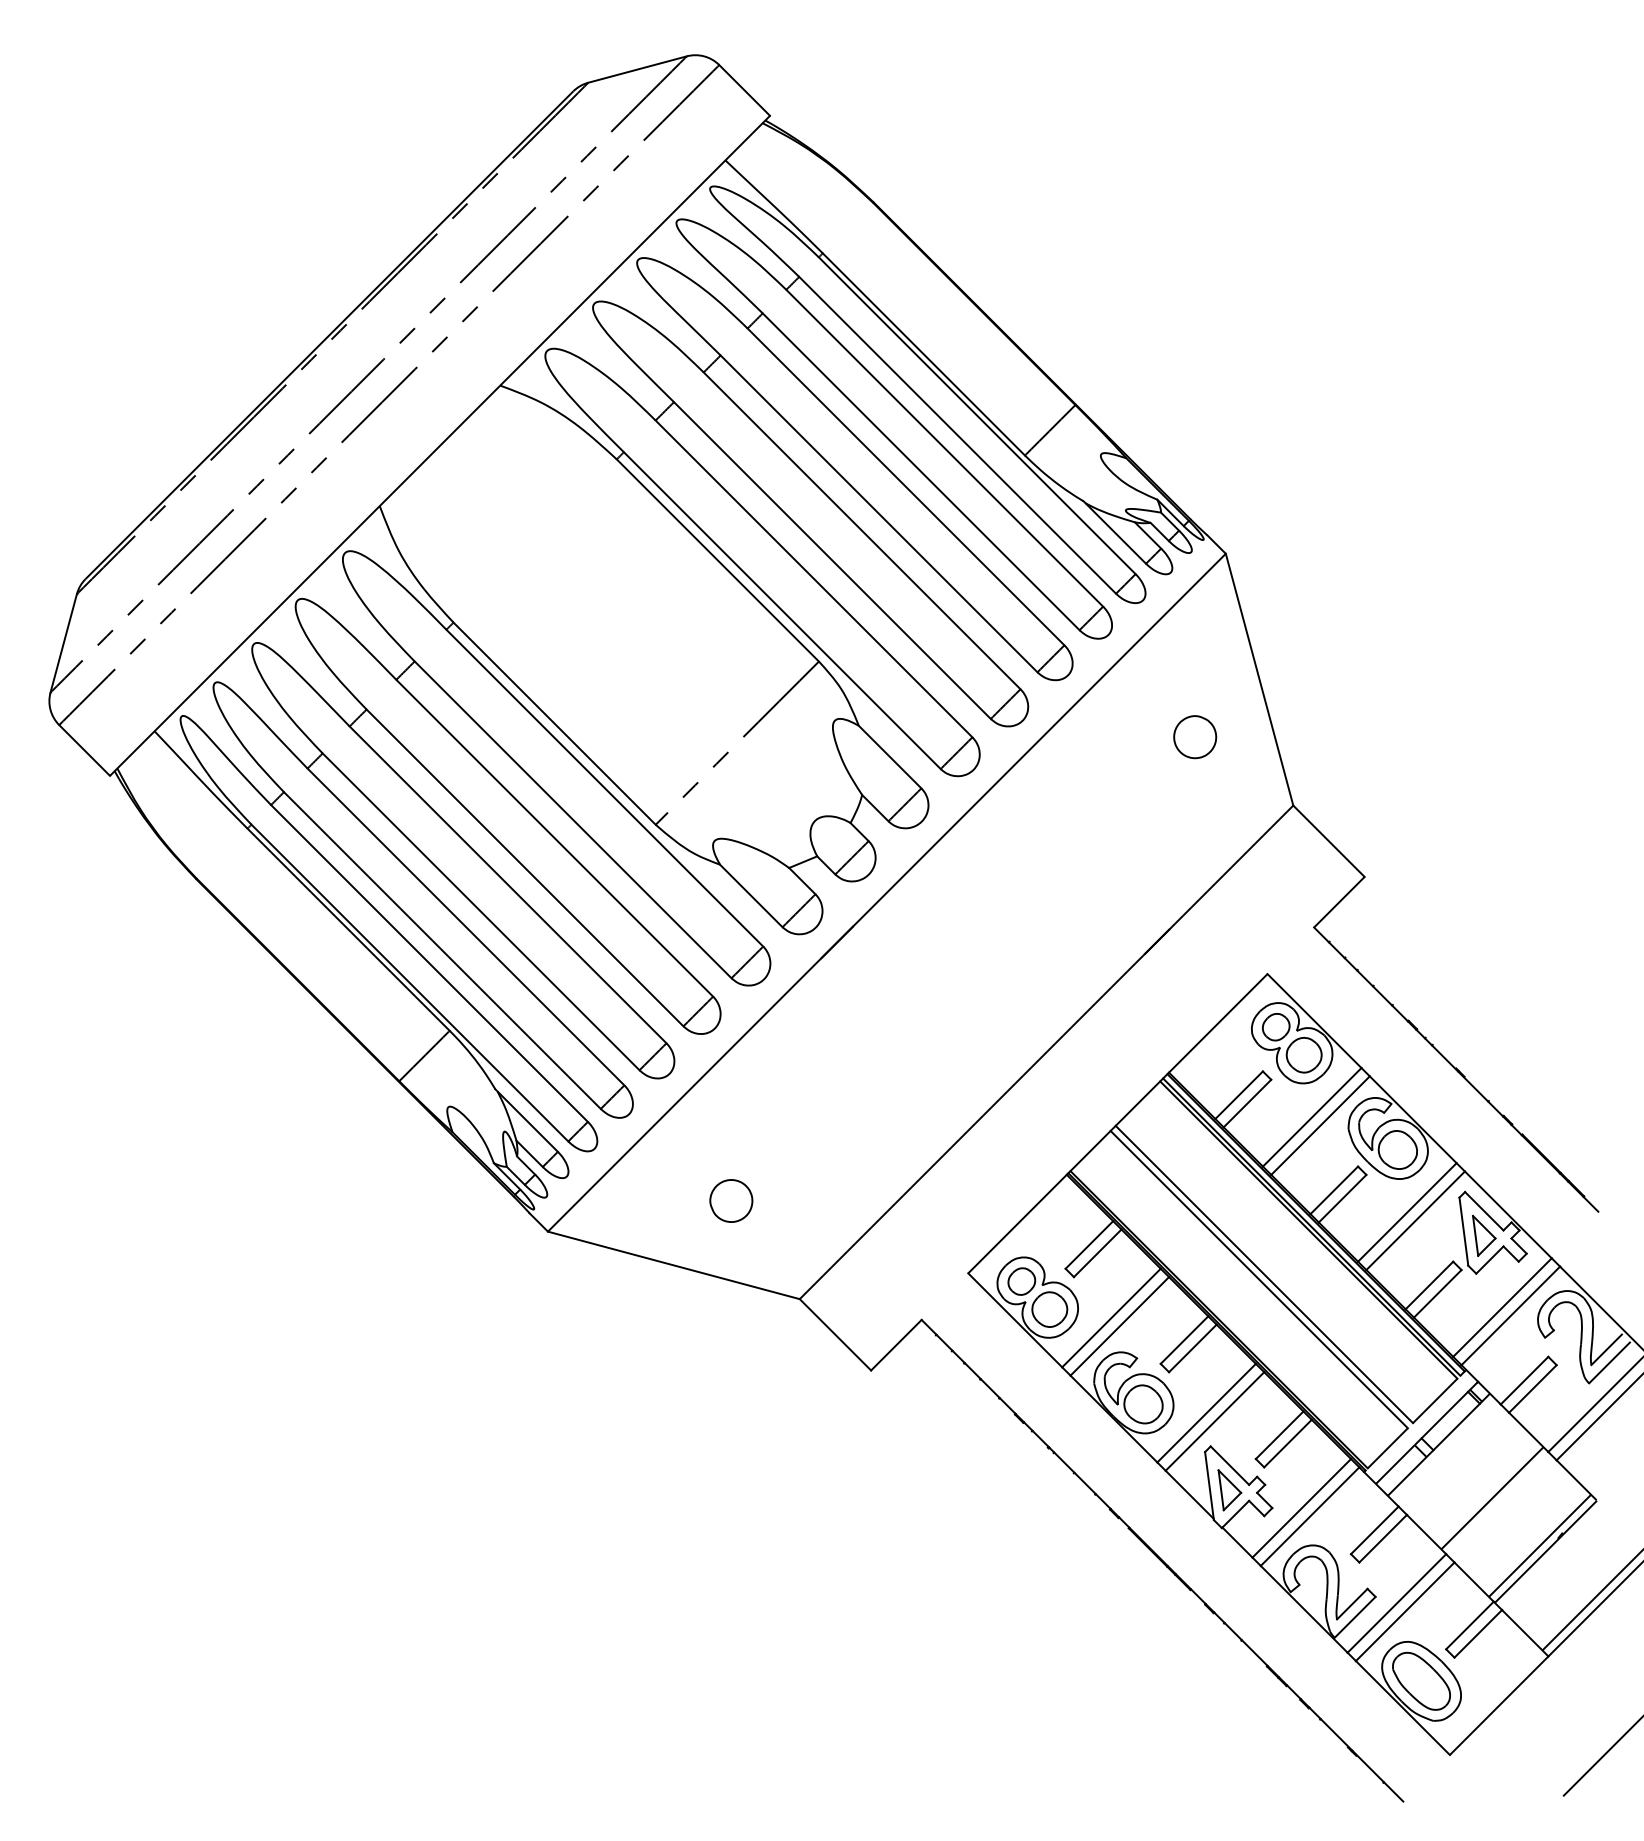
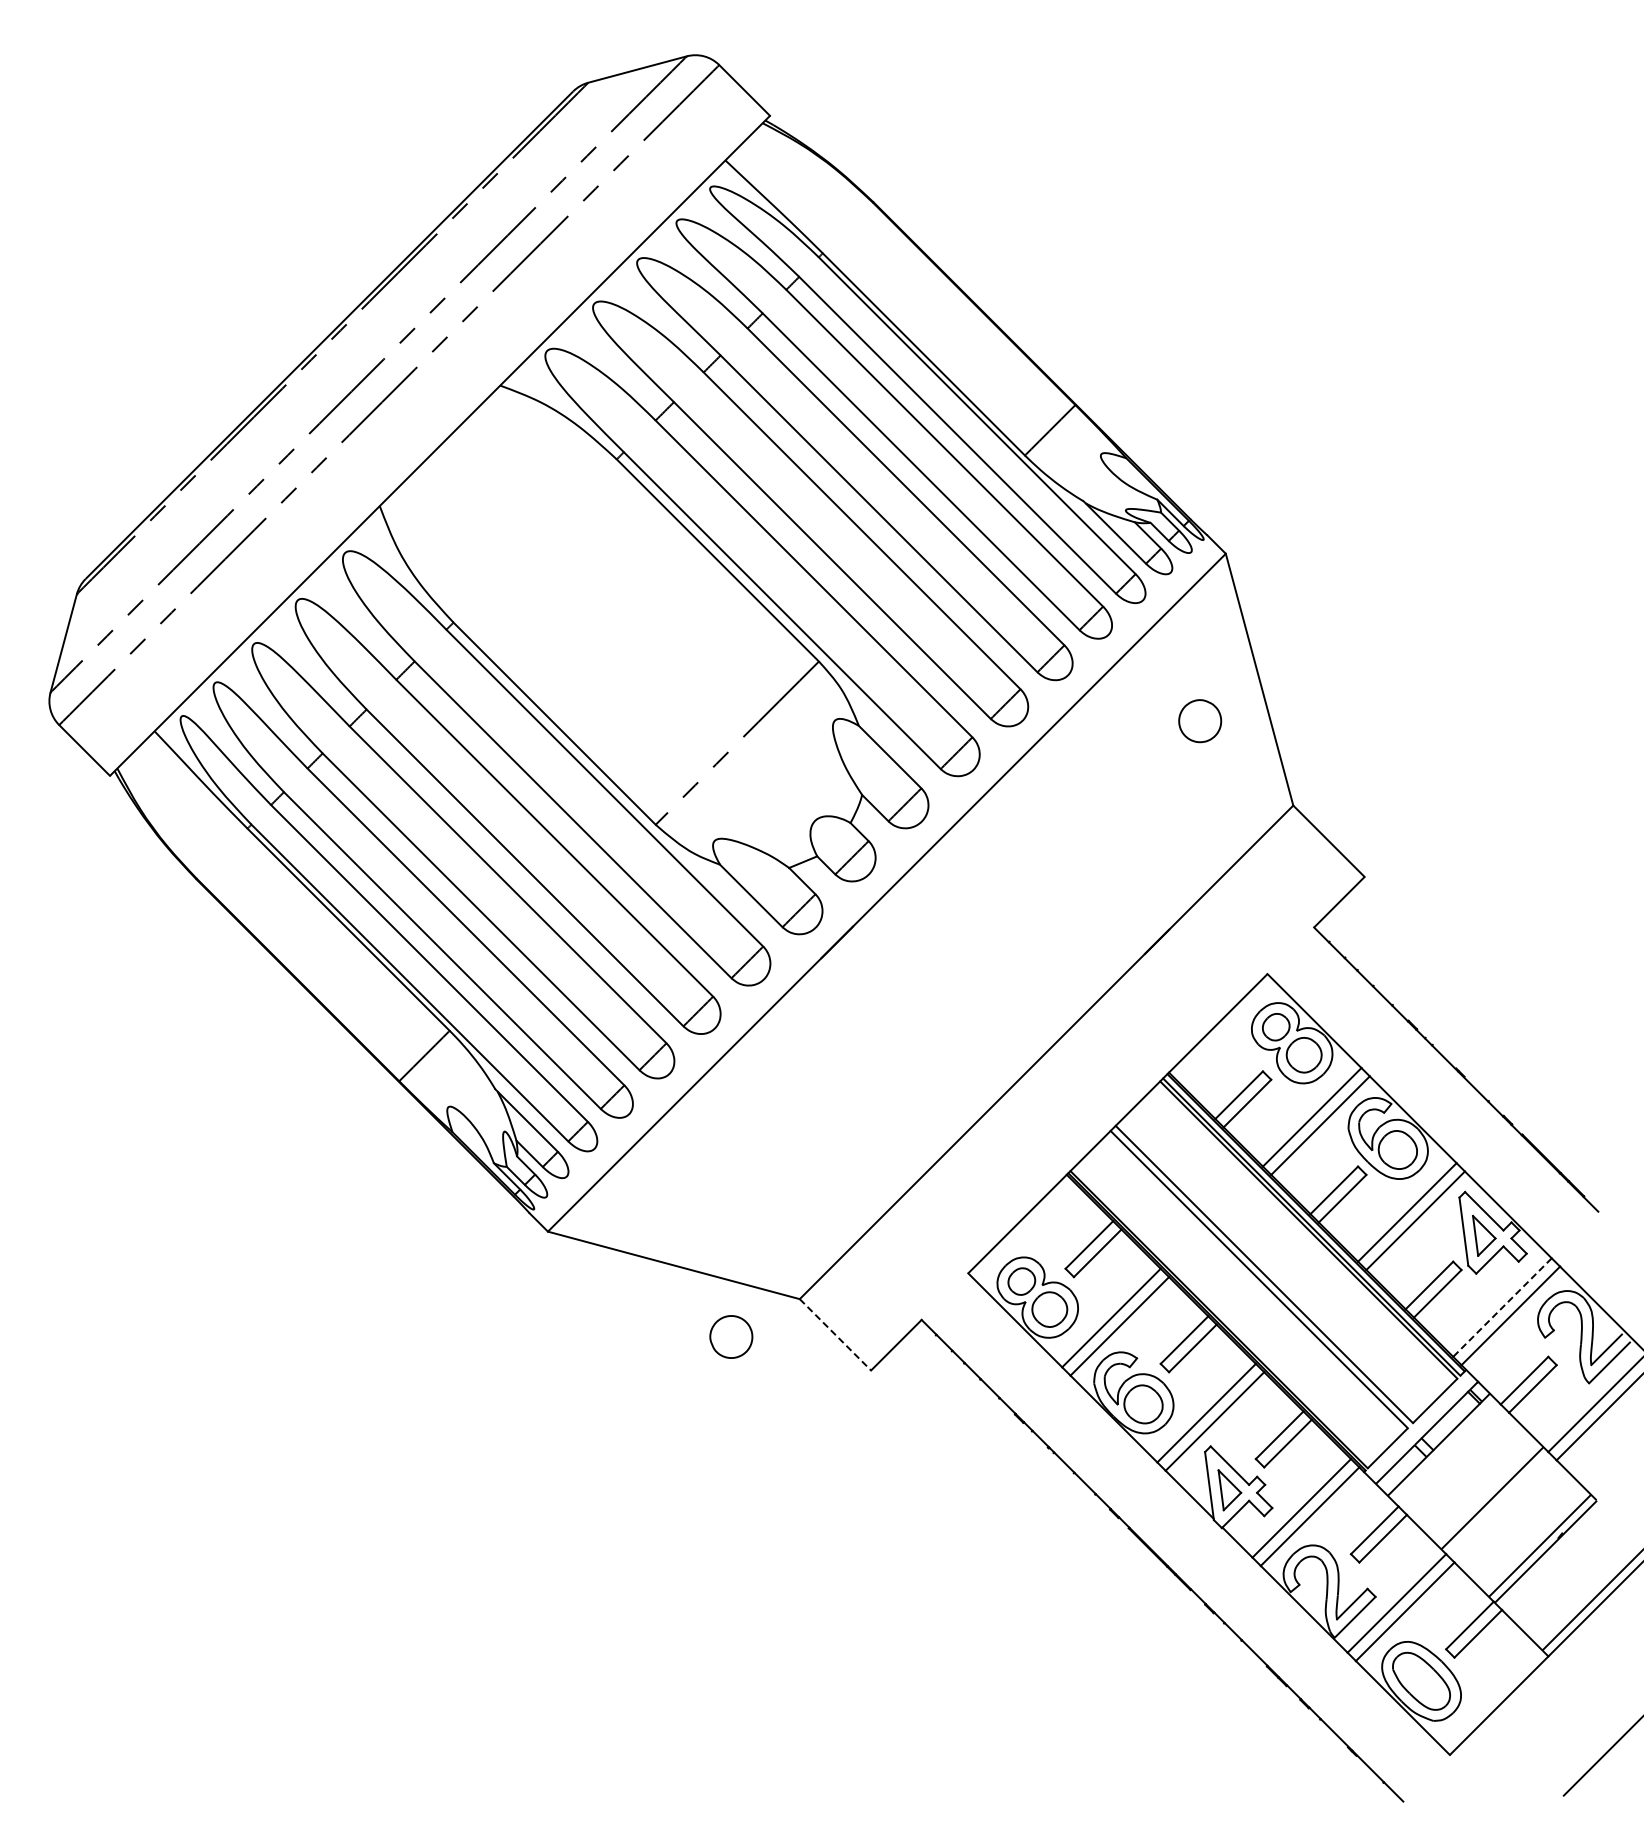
part at (1195, 737) position: (1195, 737) -> (1200, 721)
part at (731, 1200) position: (731, 1200) -> (731, 1336)
line at (1502, 1307): solid -> dashed
line at (835, 1335): solid -> dashed
